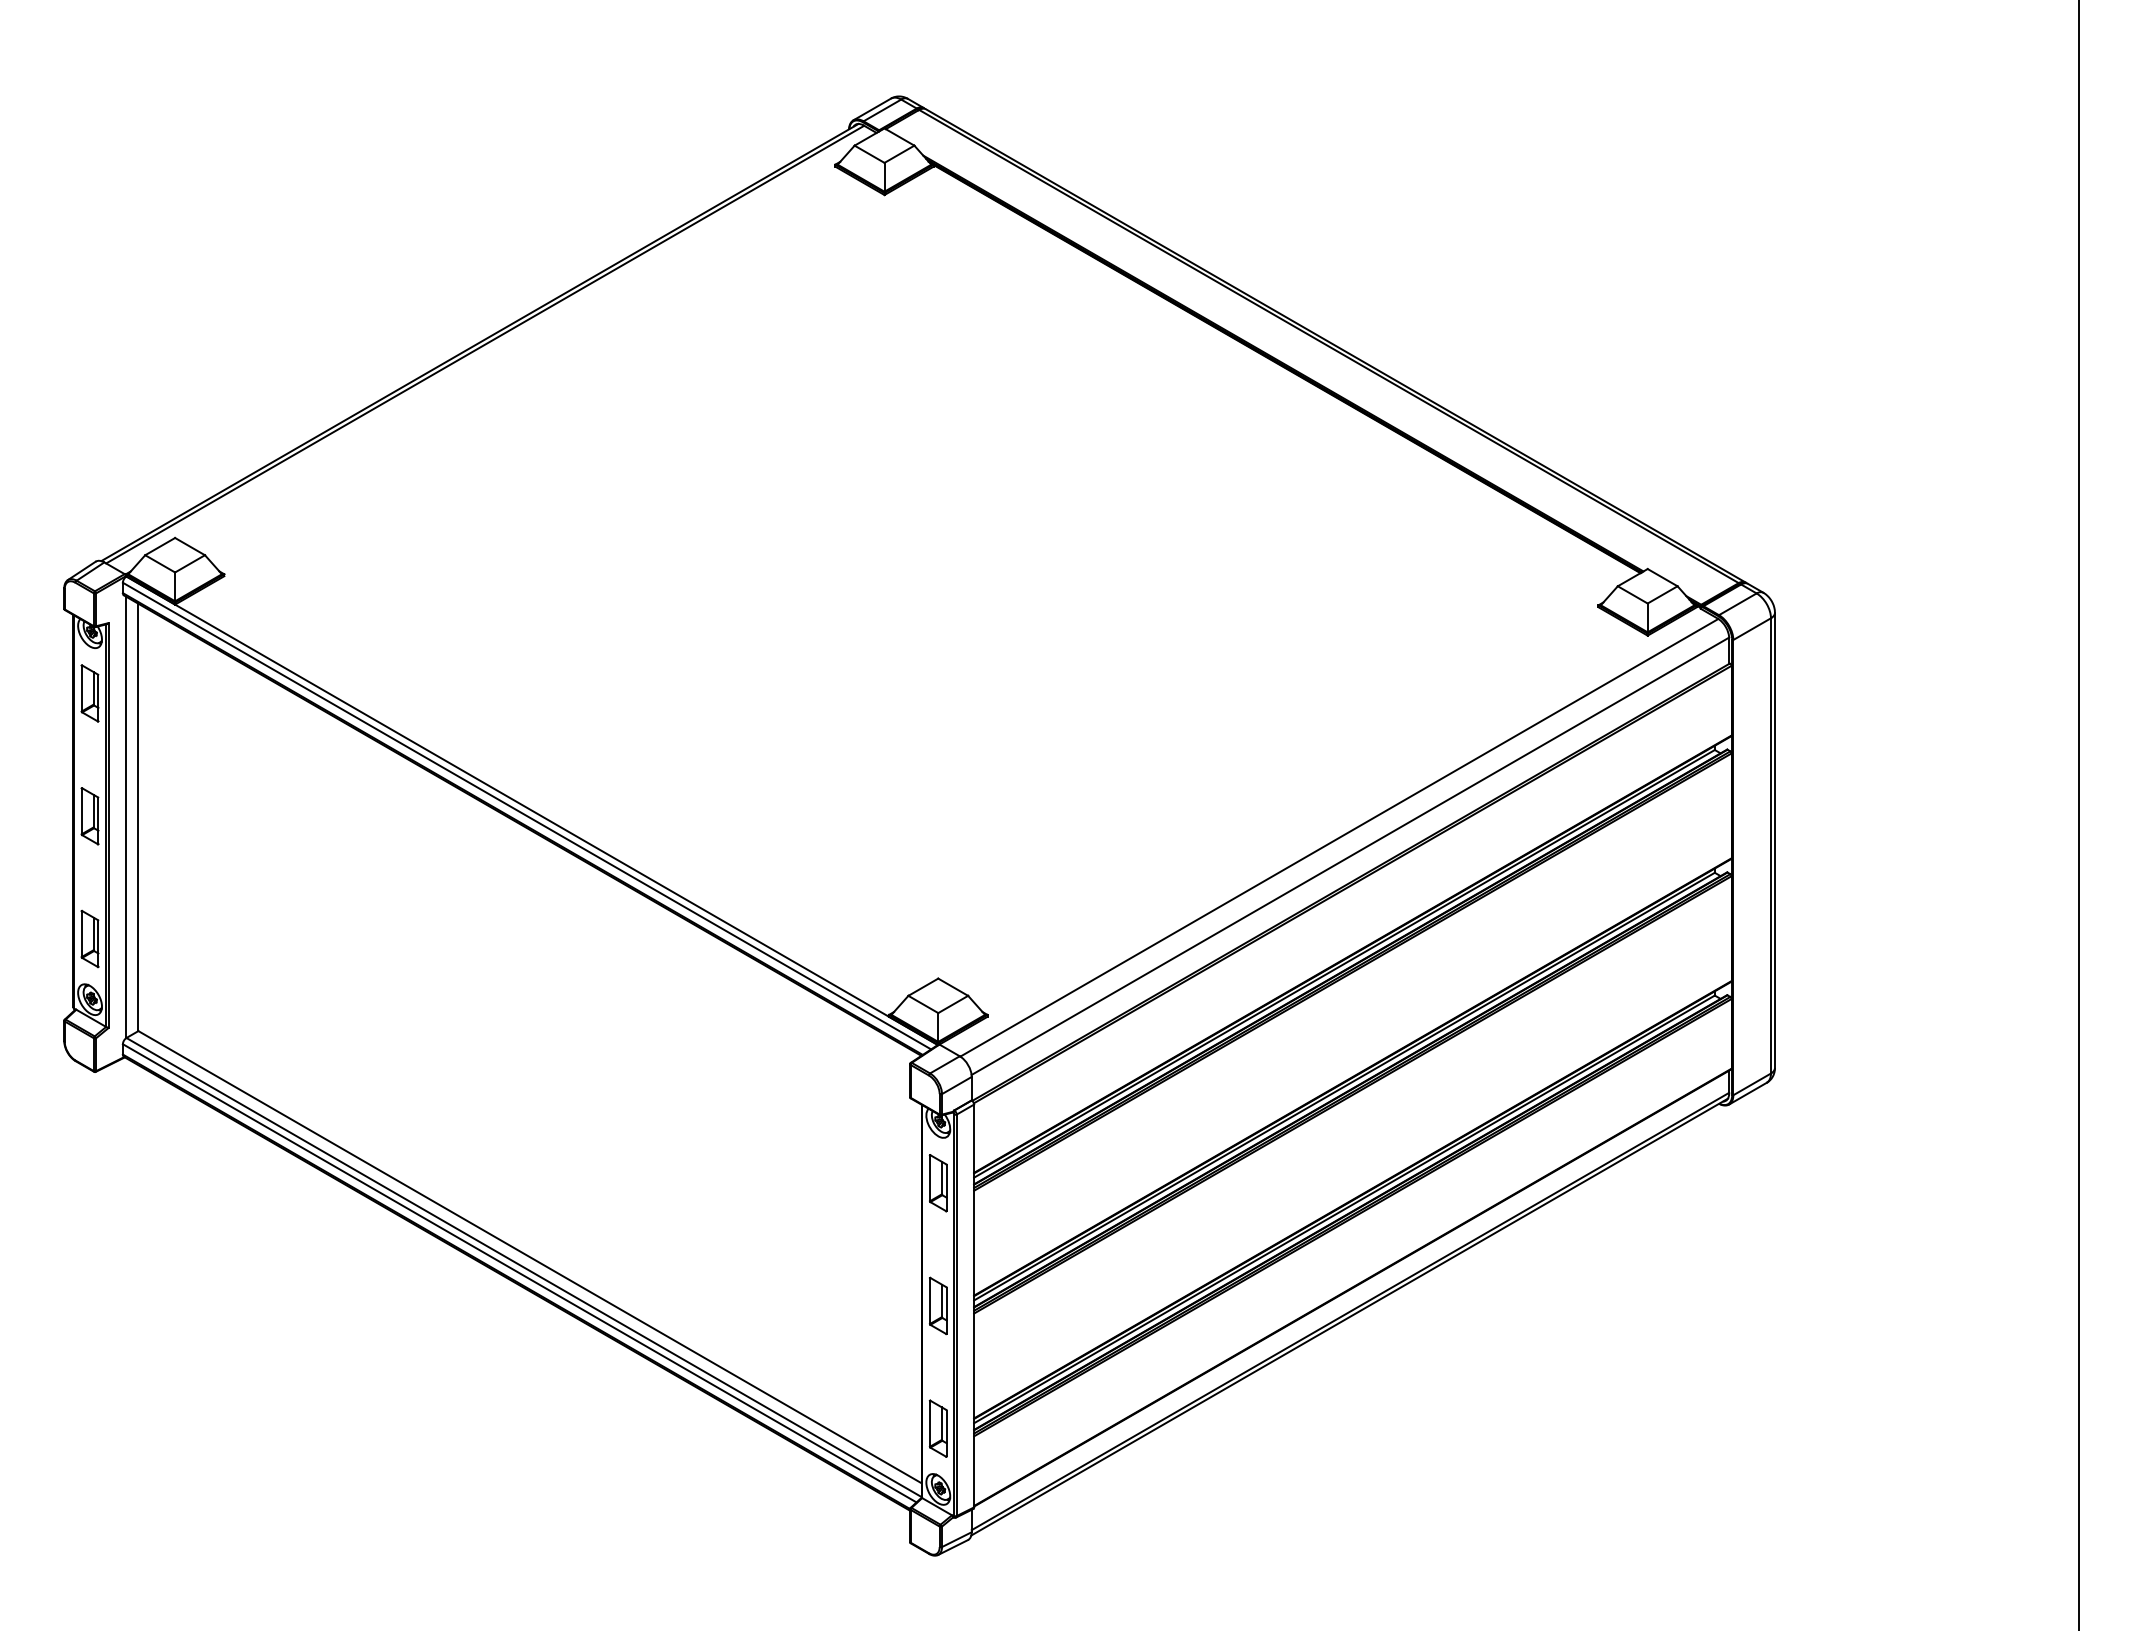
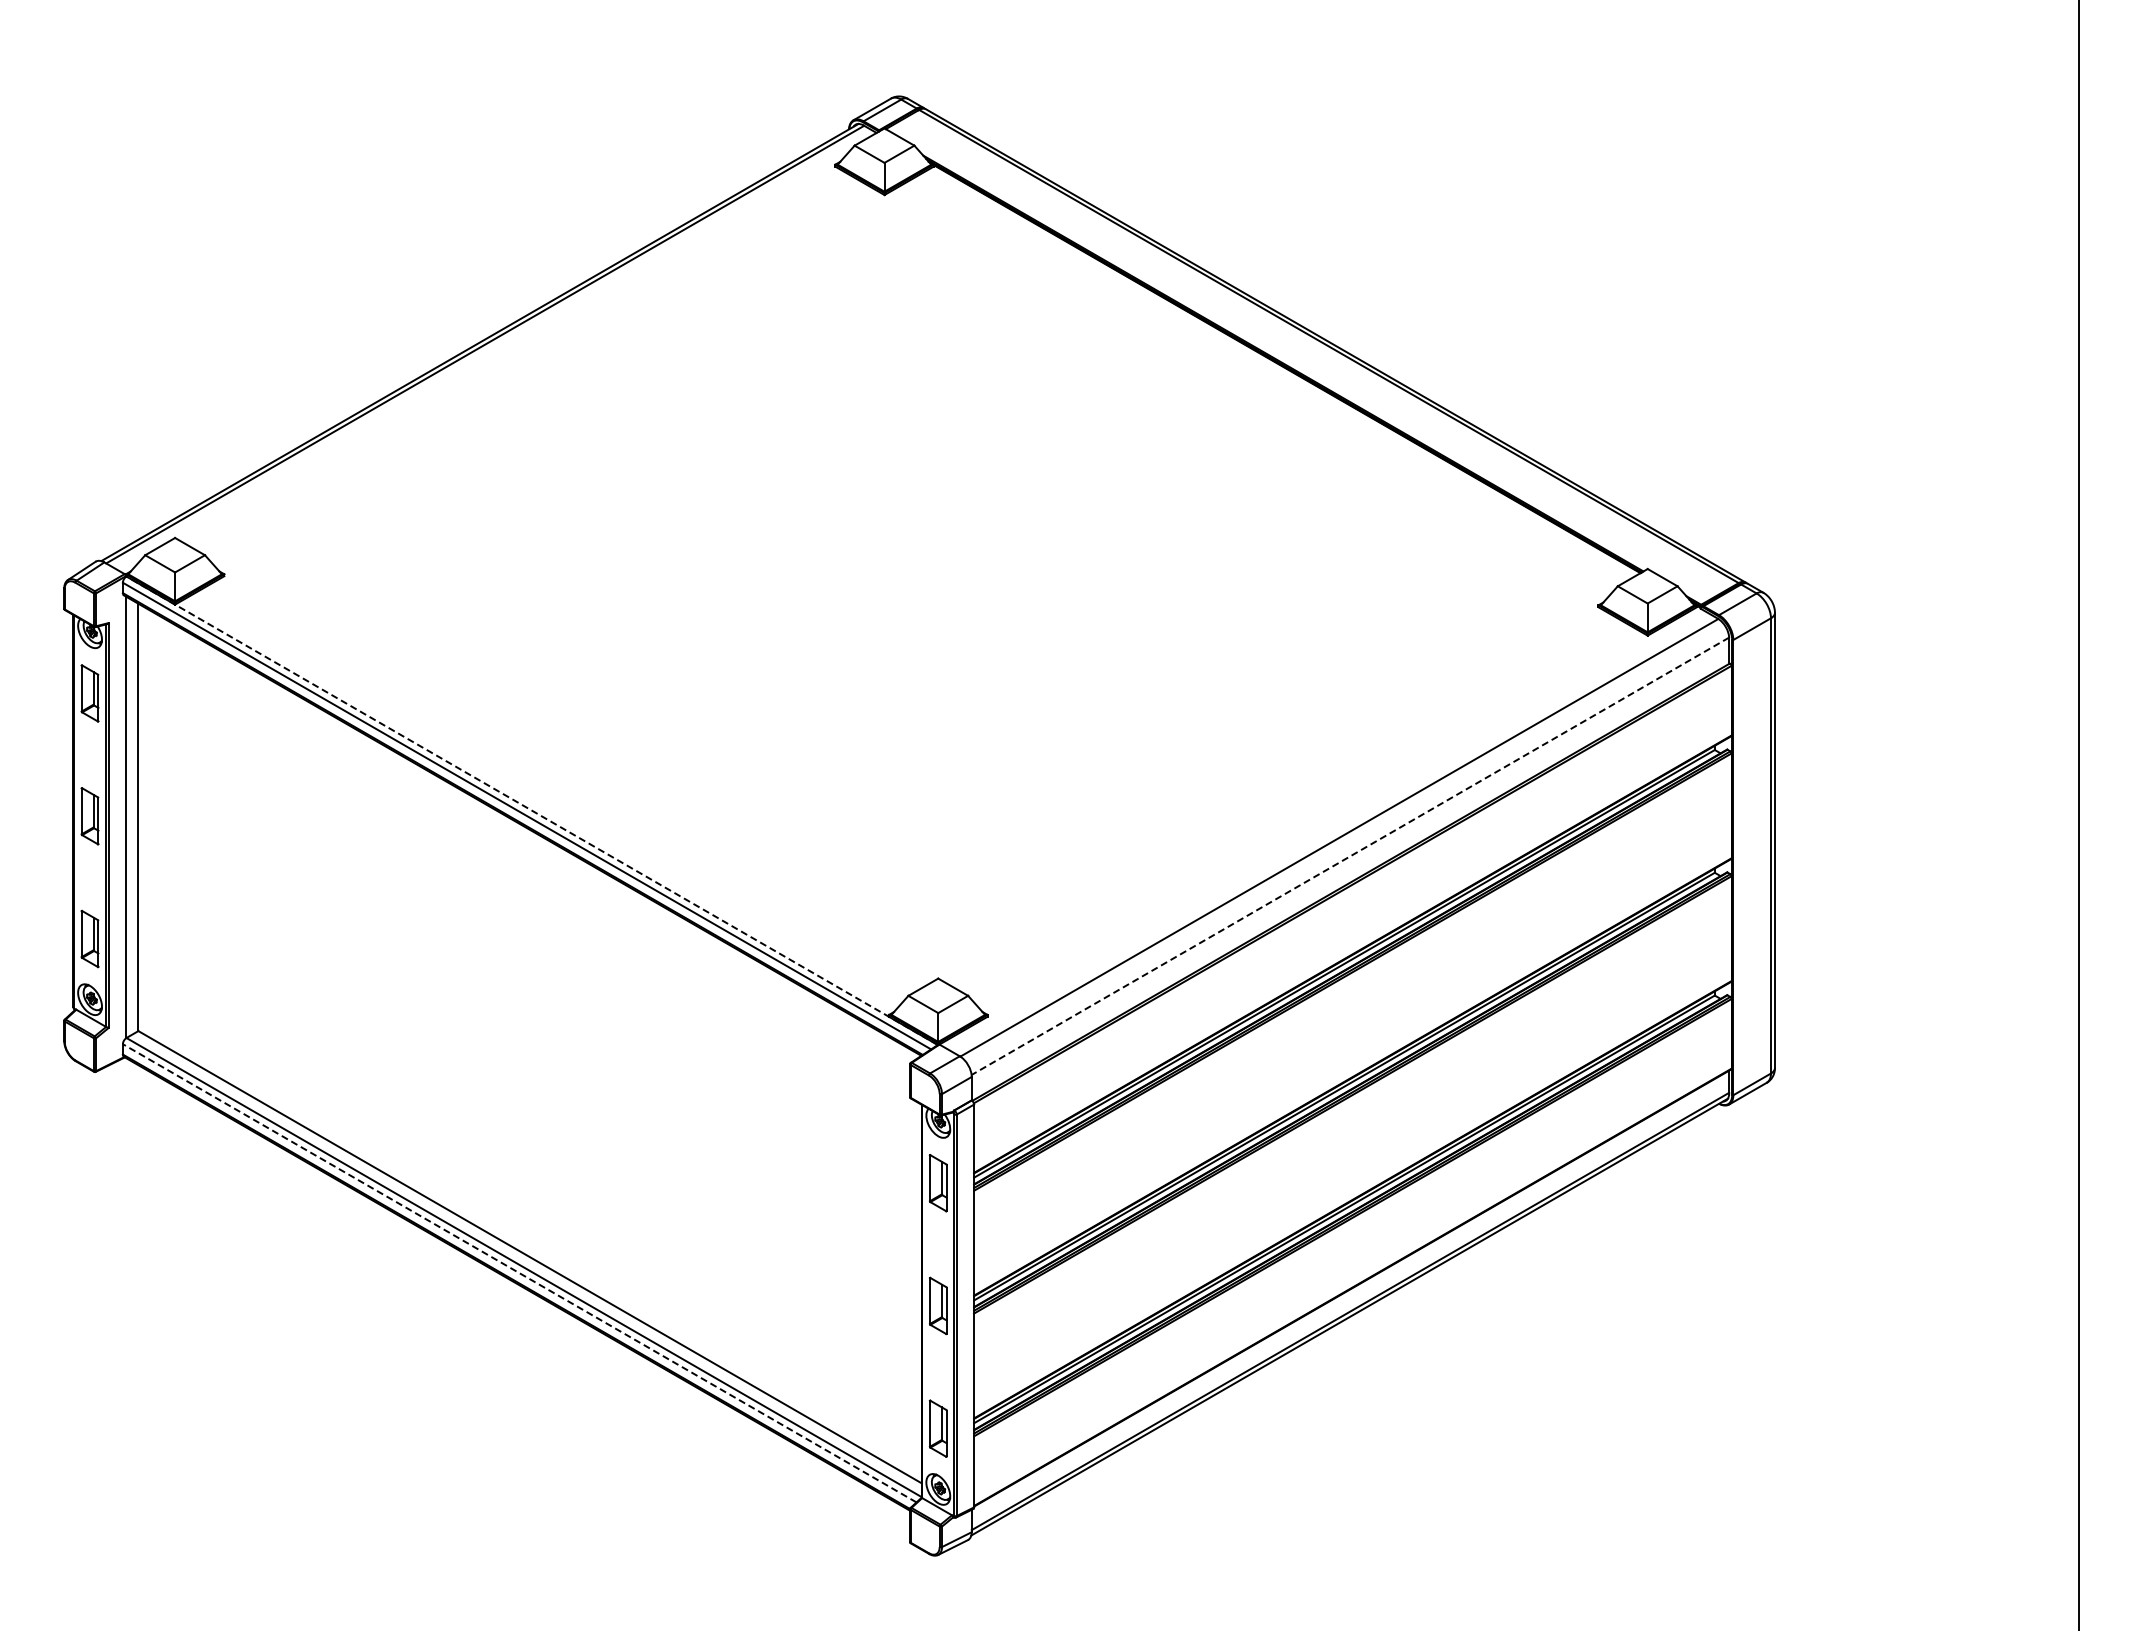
line at (531, 810): solid -> dashed
line at (1349, 856): solid -> dashed
line at (519, 1273): solid -> dashed
